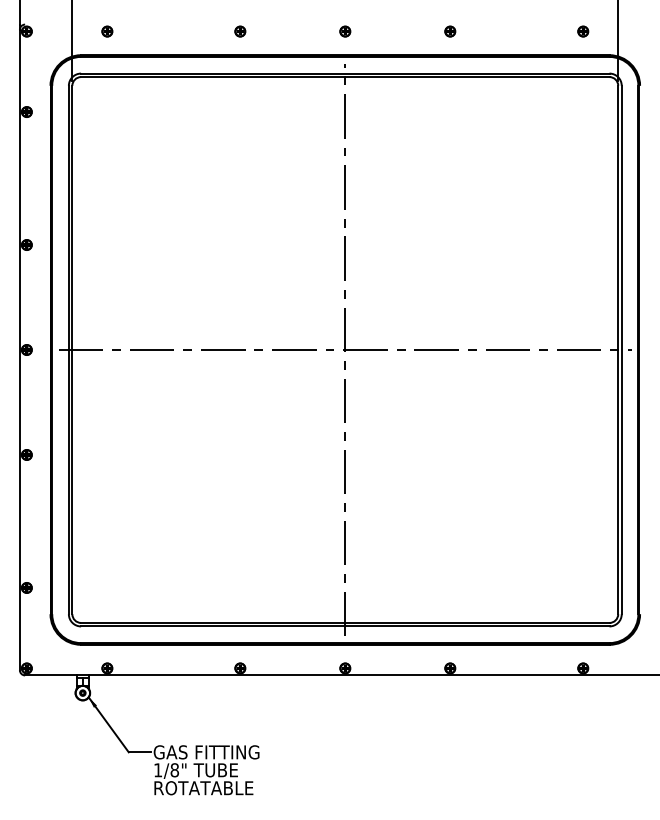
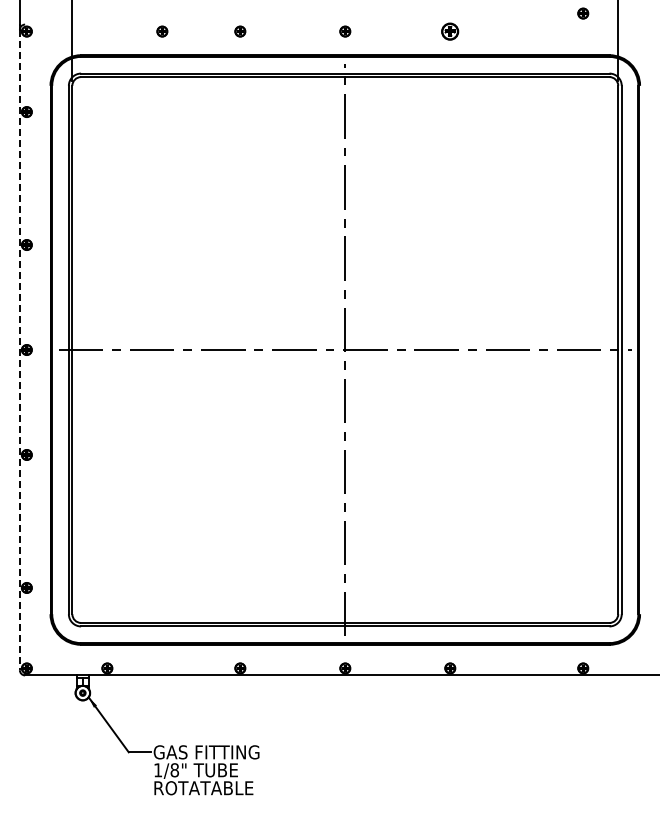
part at (107, 31) position: (107, 31) -> (162, 31)
part at (450, 31) size: 13x13 px -> 19x19 px
part at (583, 31) position: (583, 31) -> (583, 13)
line at (19, 350): solid -> dashed
